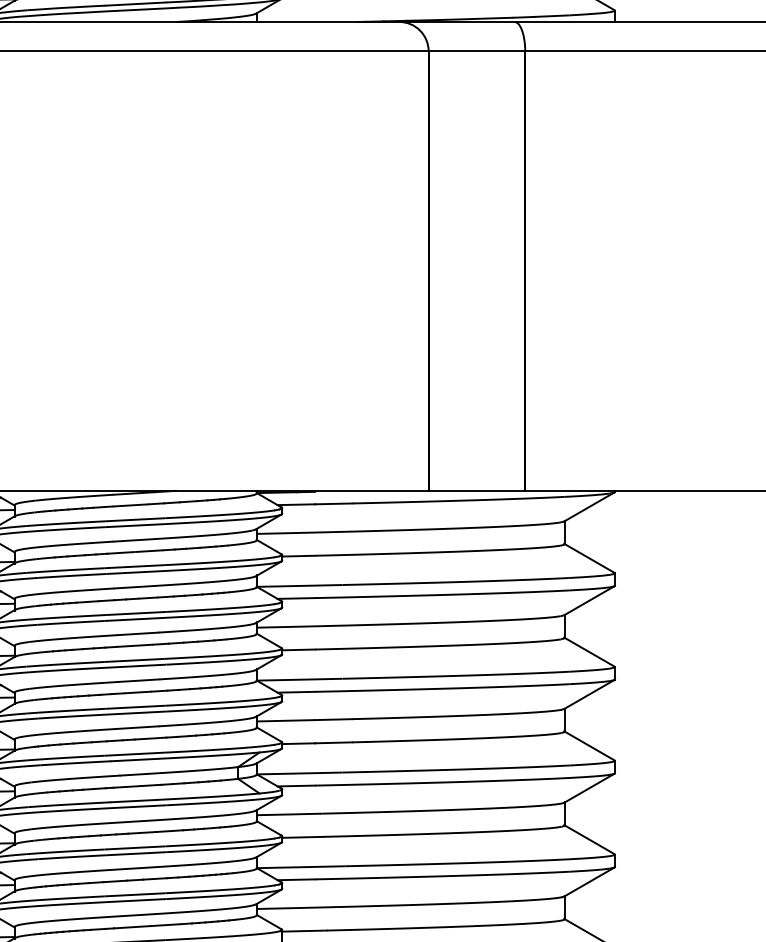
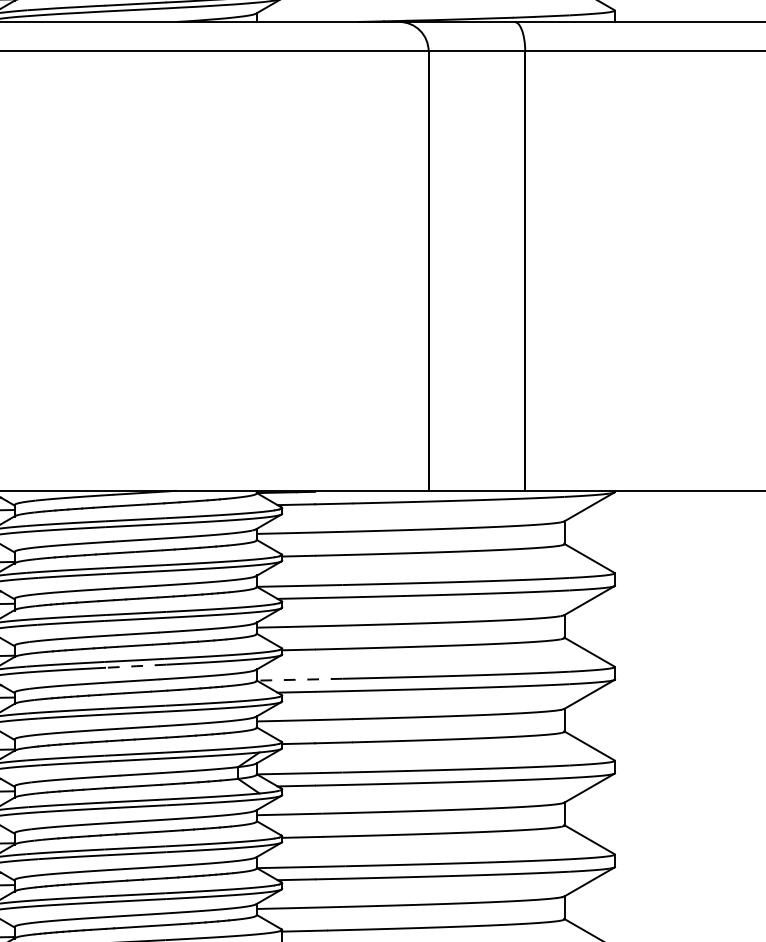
line at (136, 666): solid -> dashed
line at (299, 679): solid -> dashed
